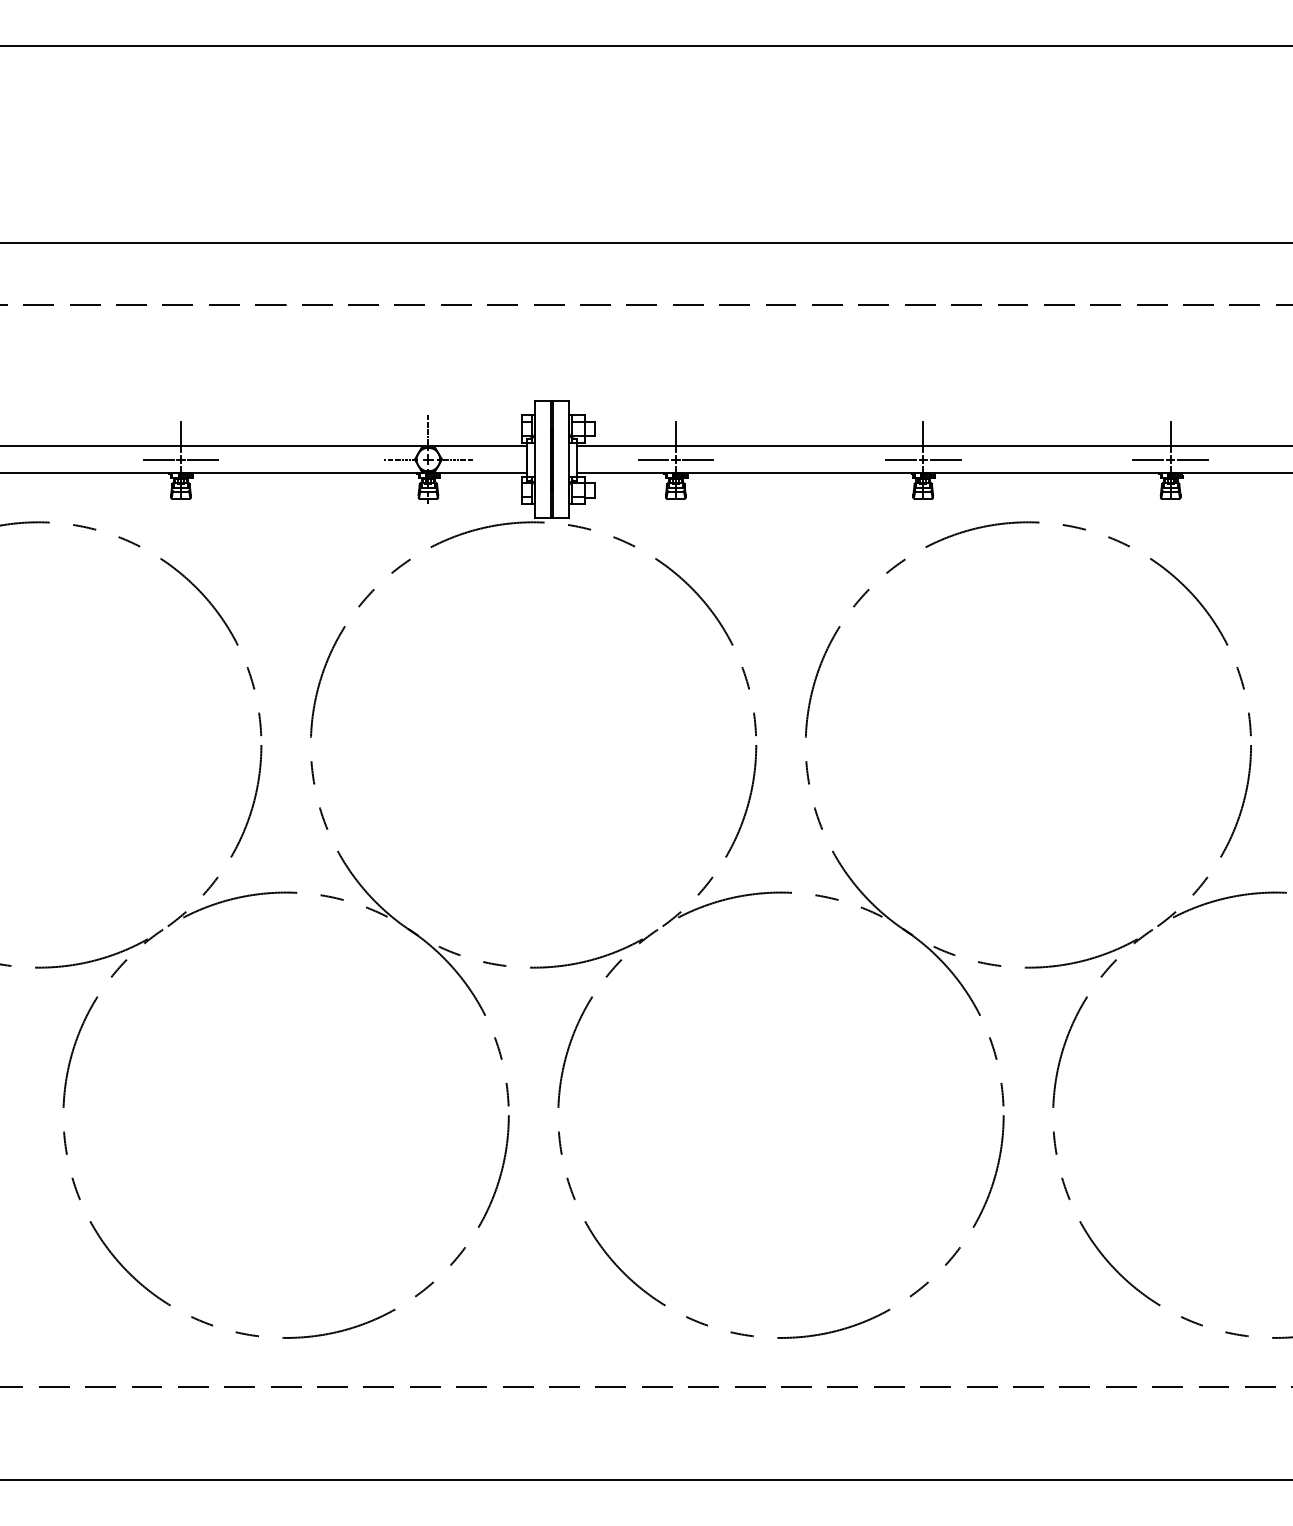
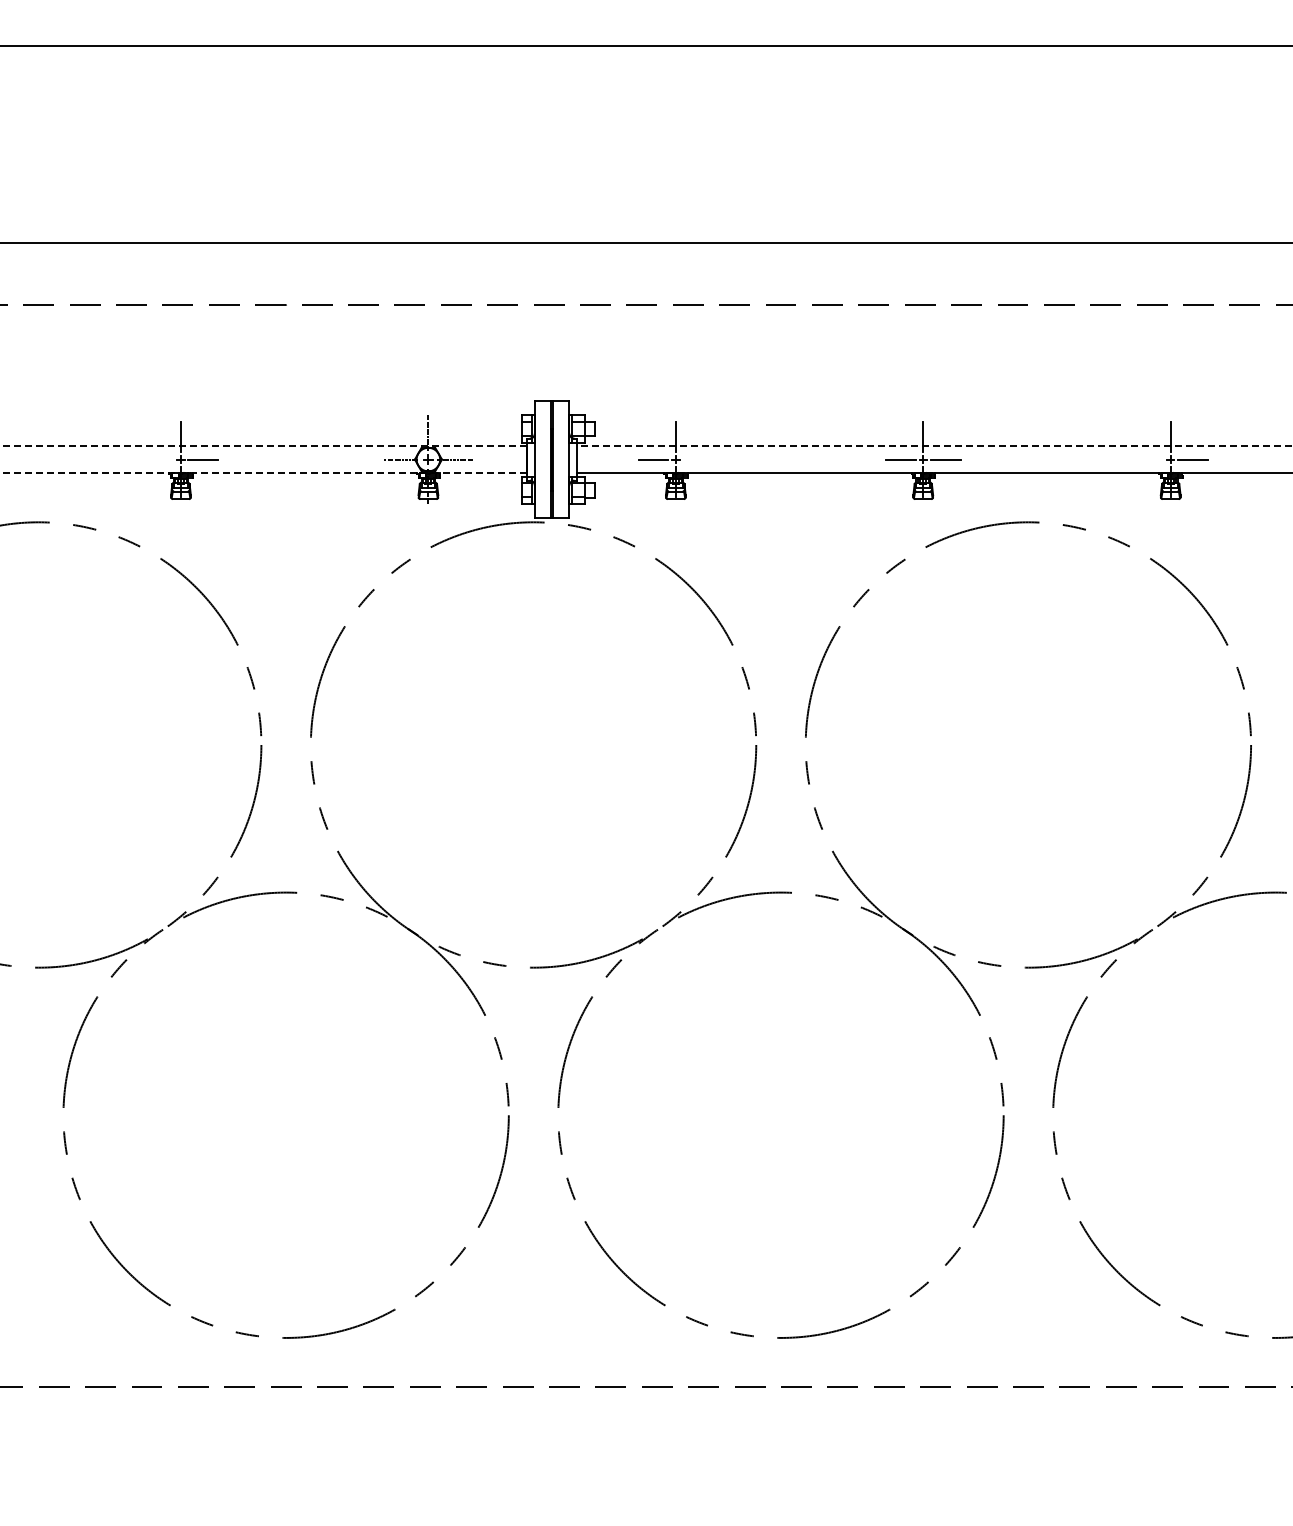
line at (263, 446): solid -> dashed
line at (934, 446): solid -> dashed
line at (158, 459): present -> none
line at (698, 459): present -> none
line at (1148, 459): present -> none
line at (263, 473): solid -> dashed
line at (645, 1480): present -> none
